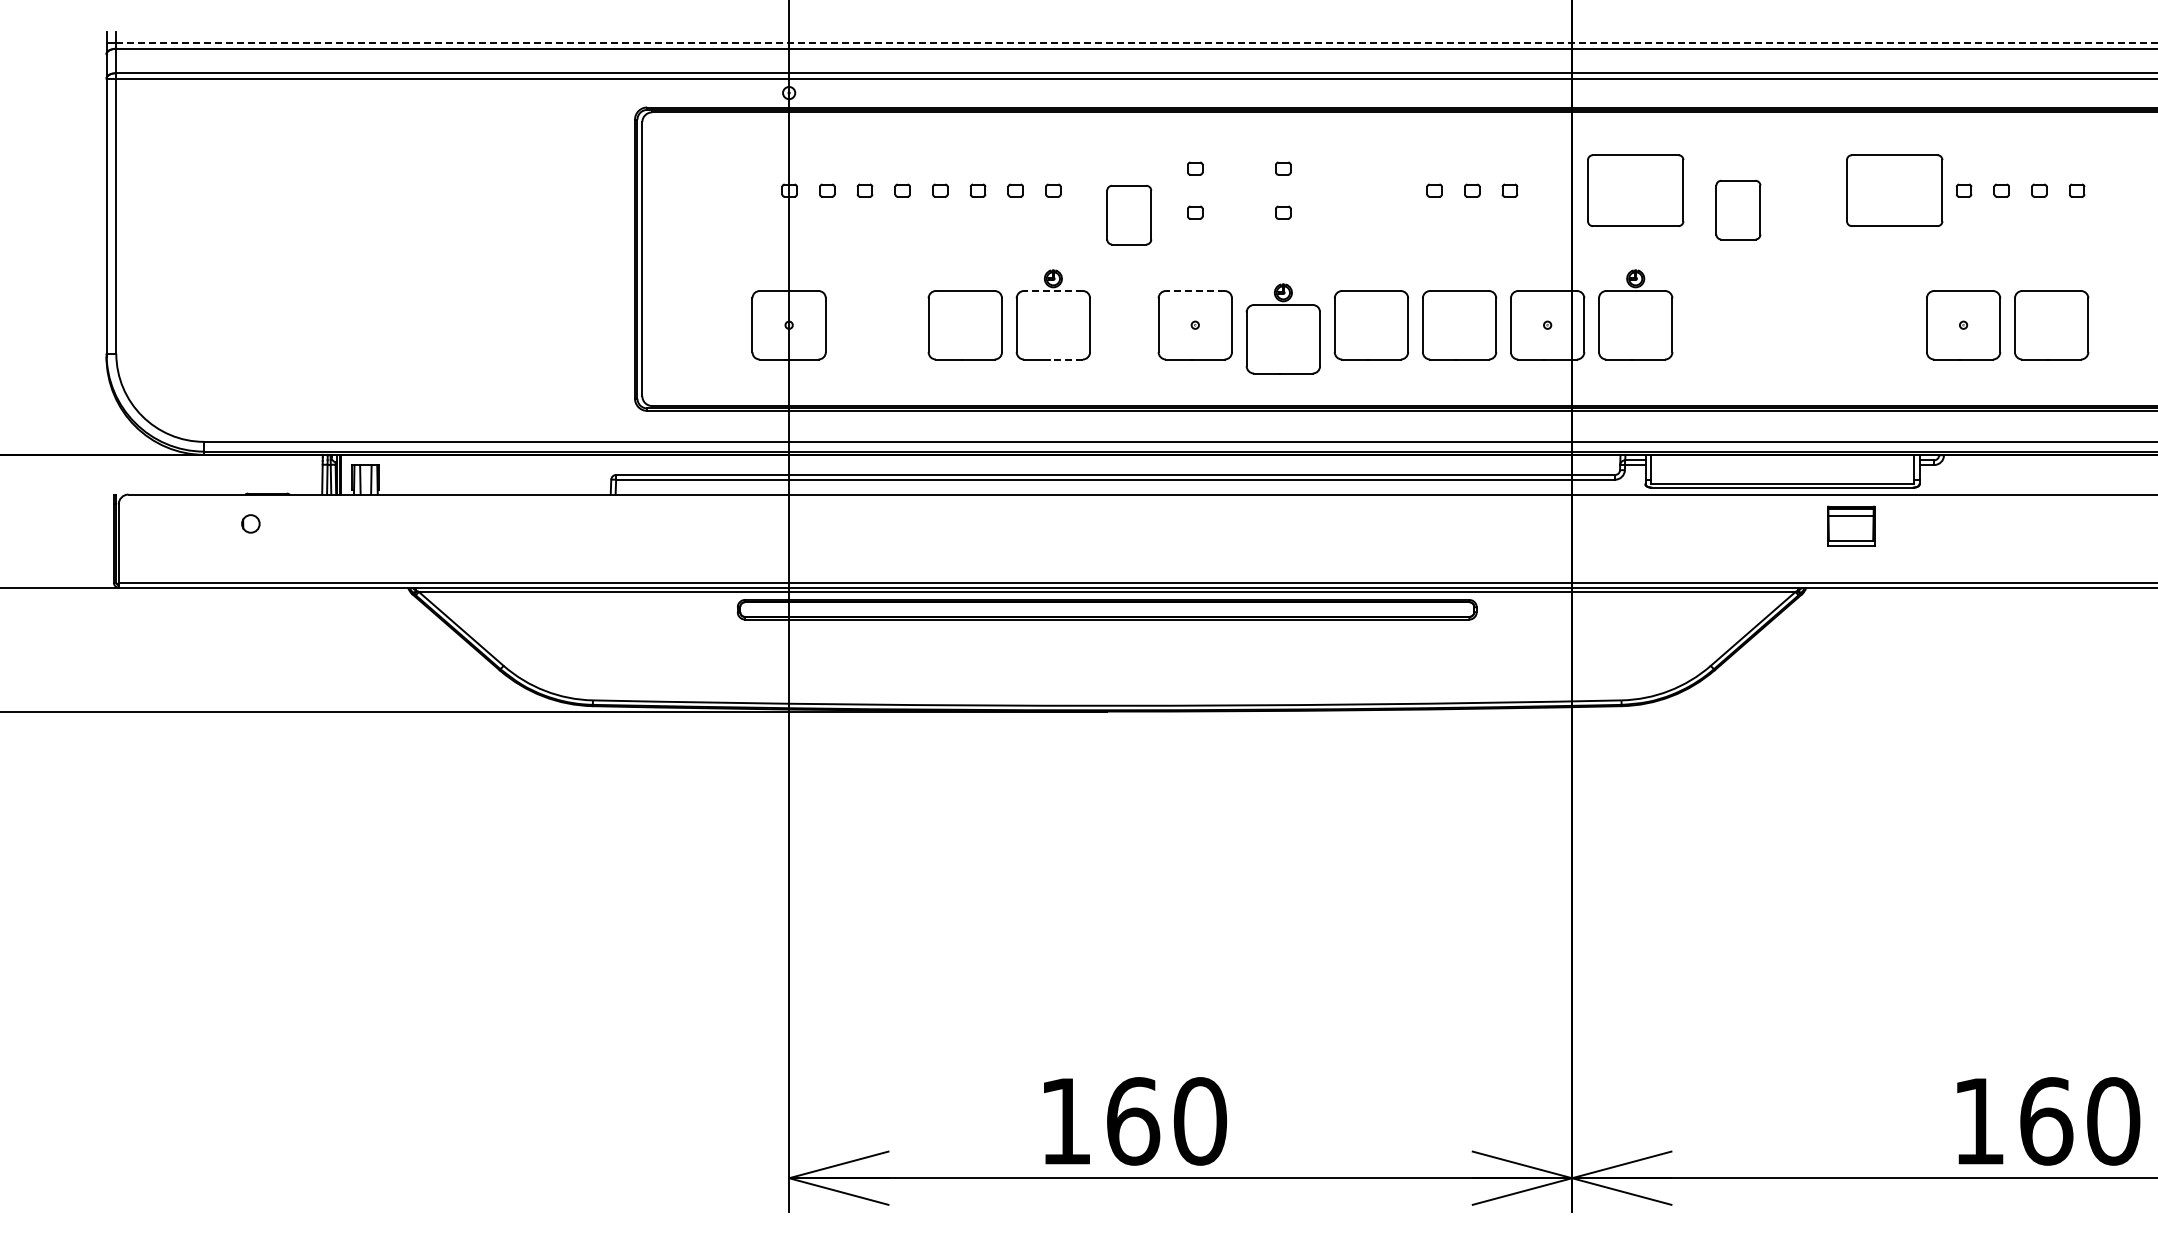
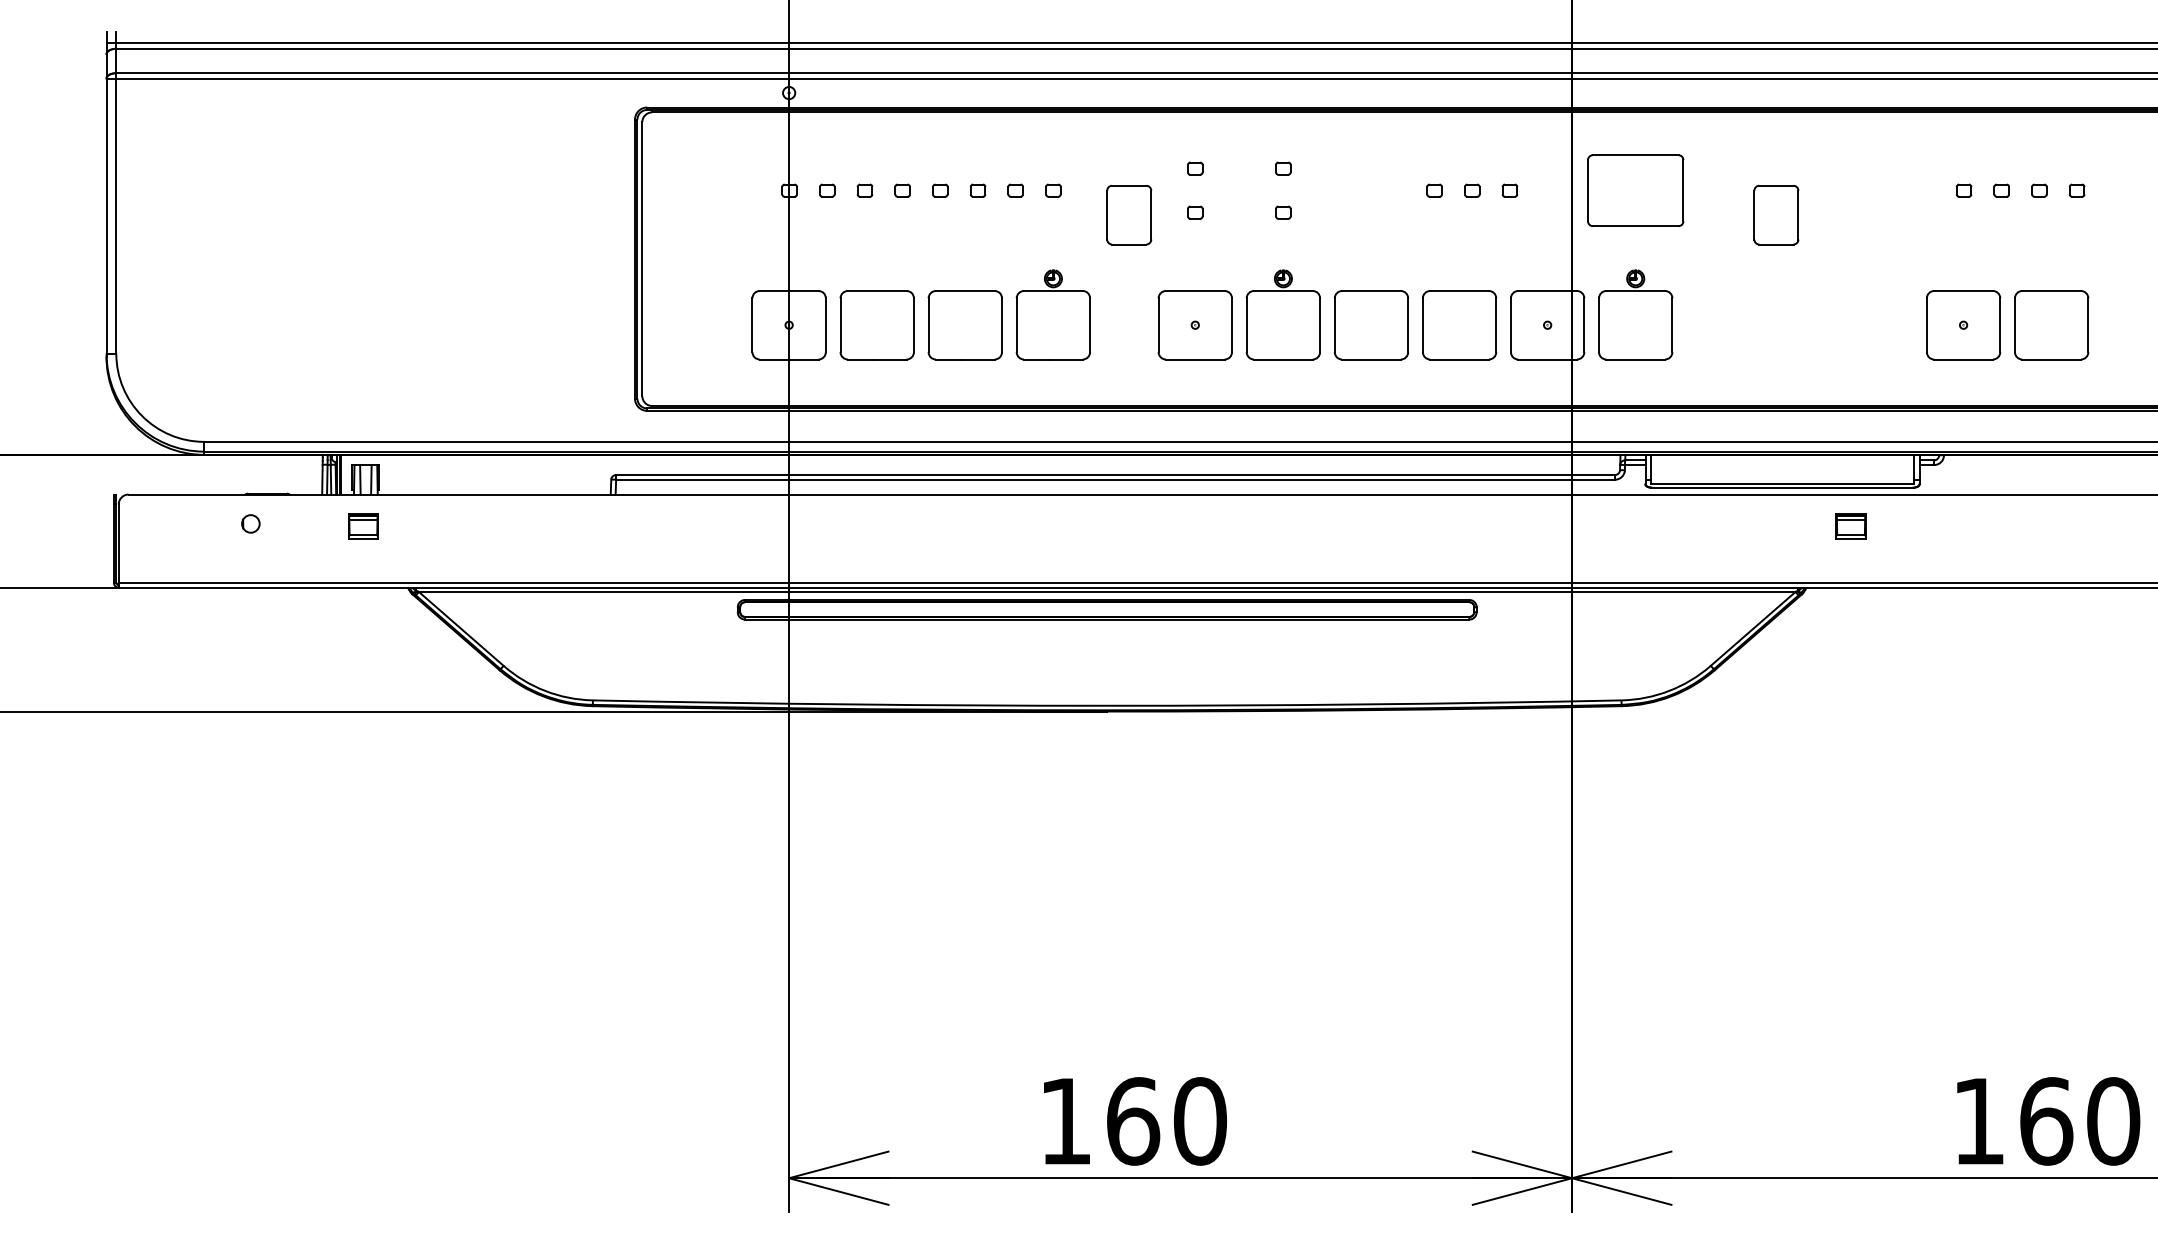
line at (1137, 43): dashed -> solid
part at (1894, 190): present -> none
part at (1738, 210) position: (1738, 210) -> (1776, 215)
line at (1052, 291): dashed -> solid
line at (1194, 291): dashed -> solid
part at (876, 325): none -> present
part at (1282, 328) position: (1282, 328) -> (1282, 314)
line at (1066, 359): dashed -> solid
part at (1851, 525) size: 49x42 px -> 32x27 px
part at (363, 526): none -> present
